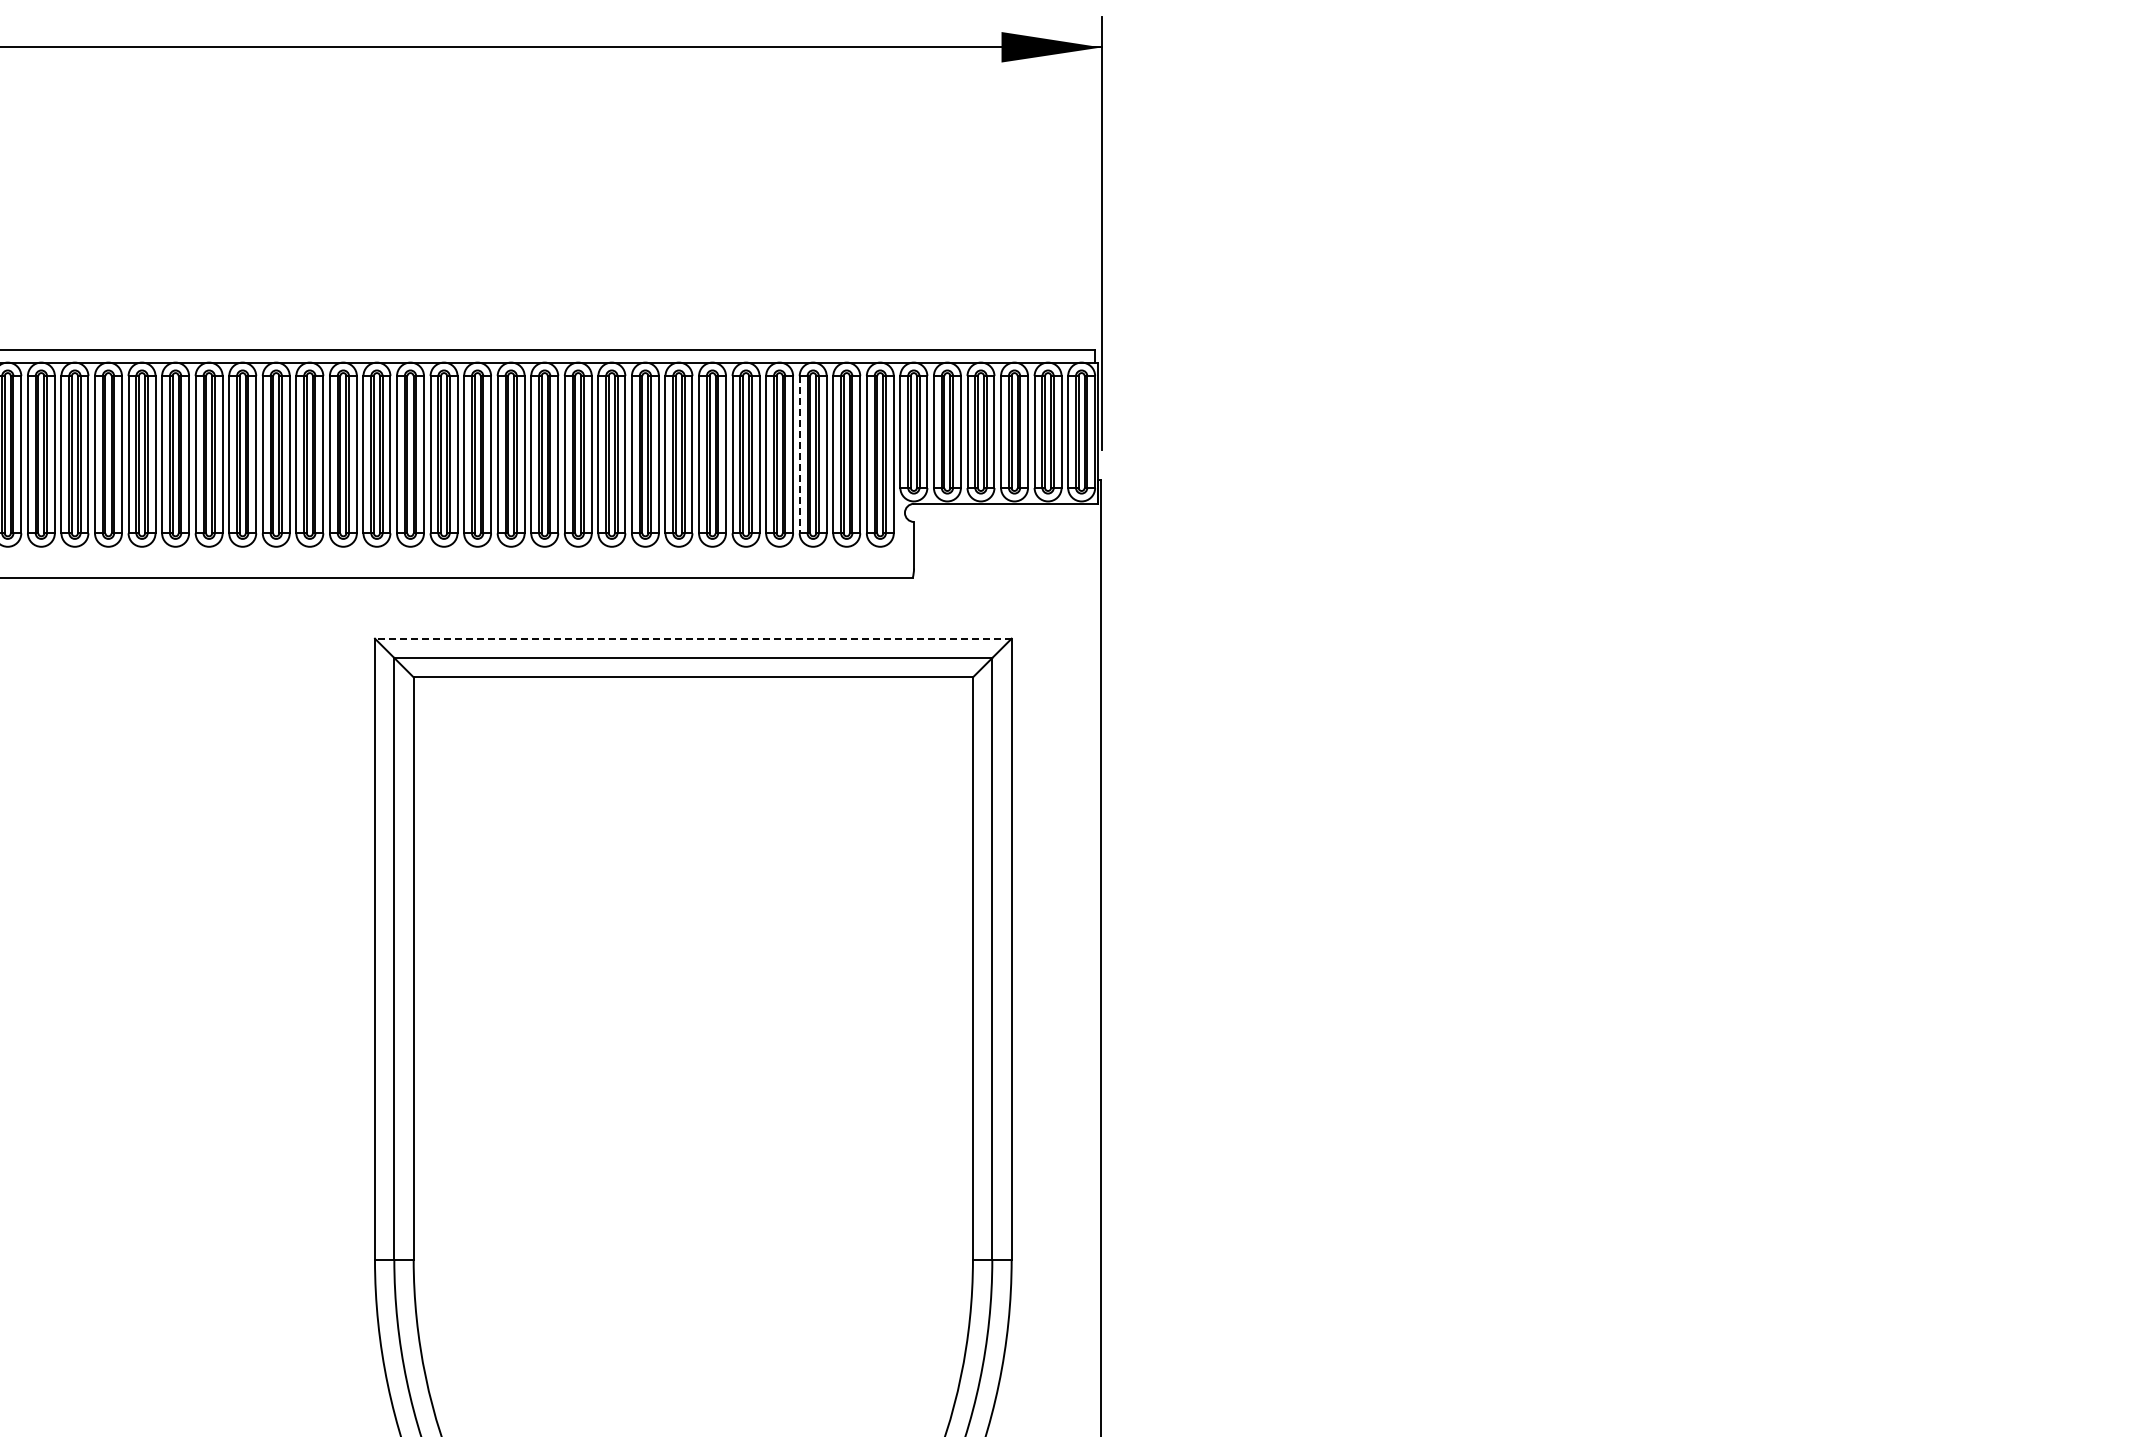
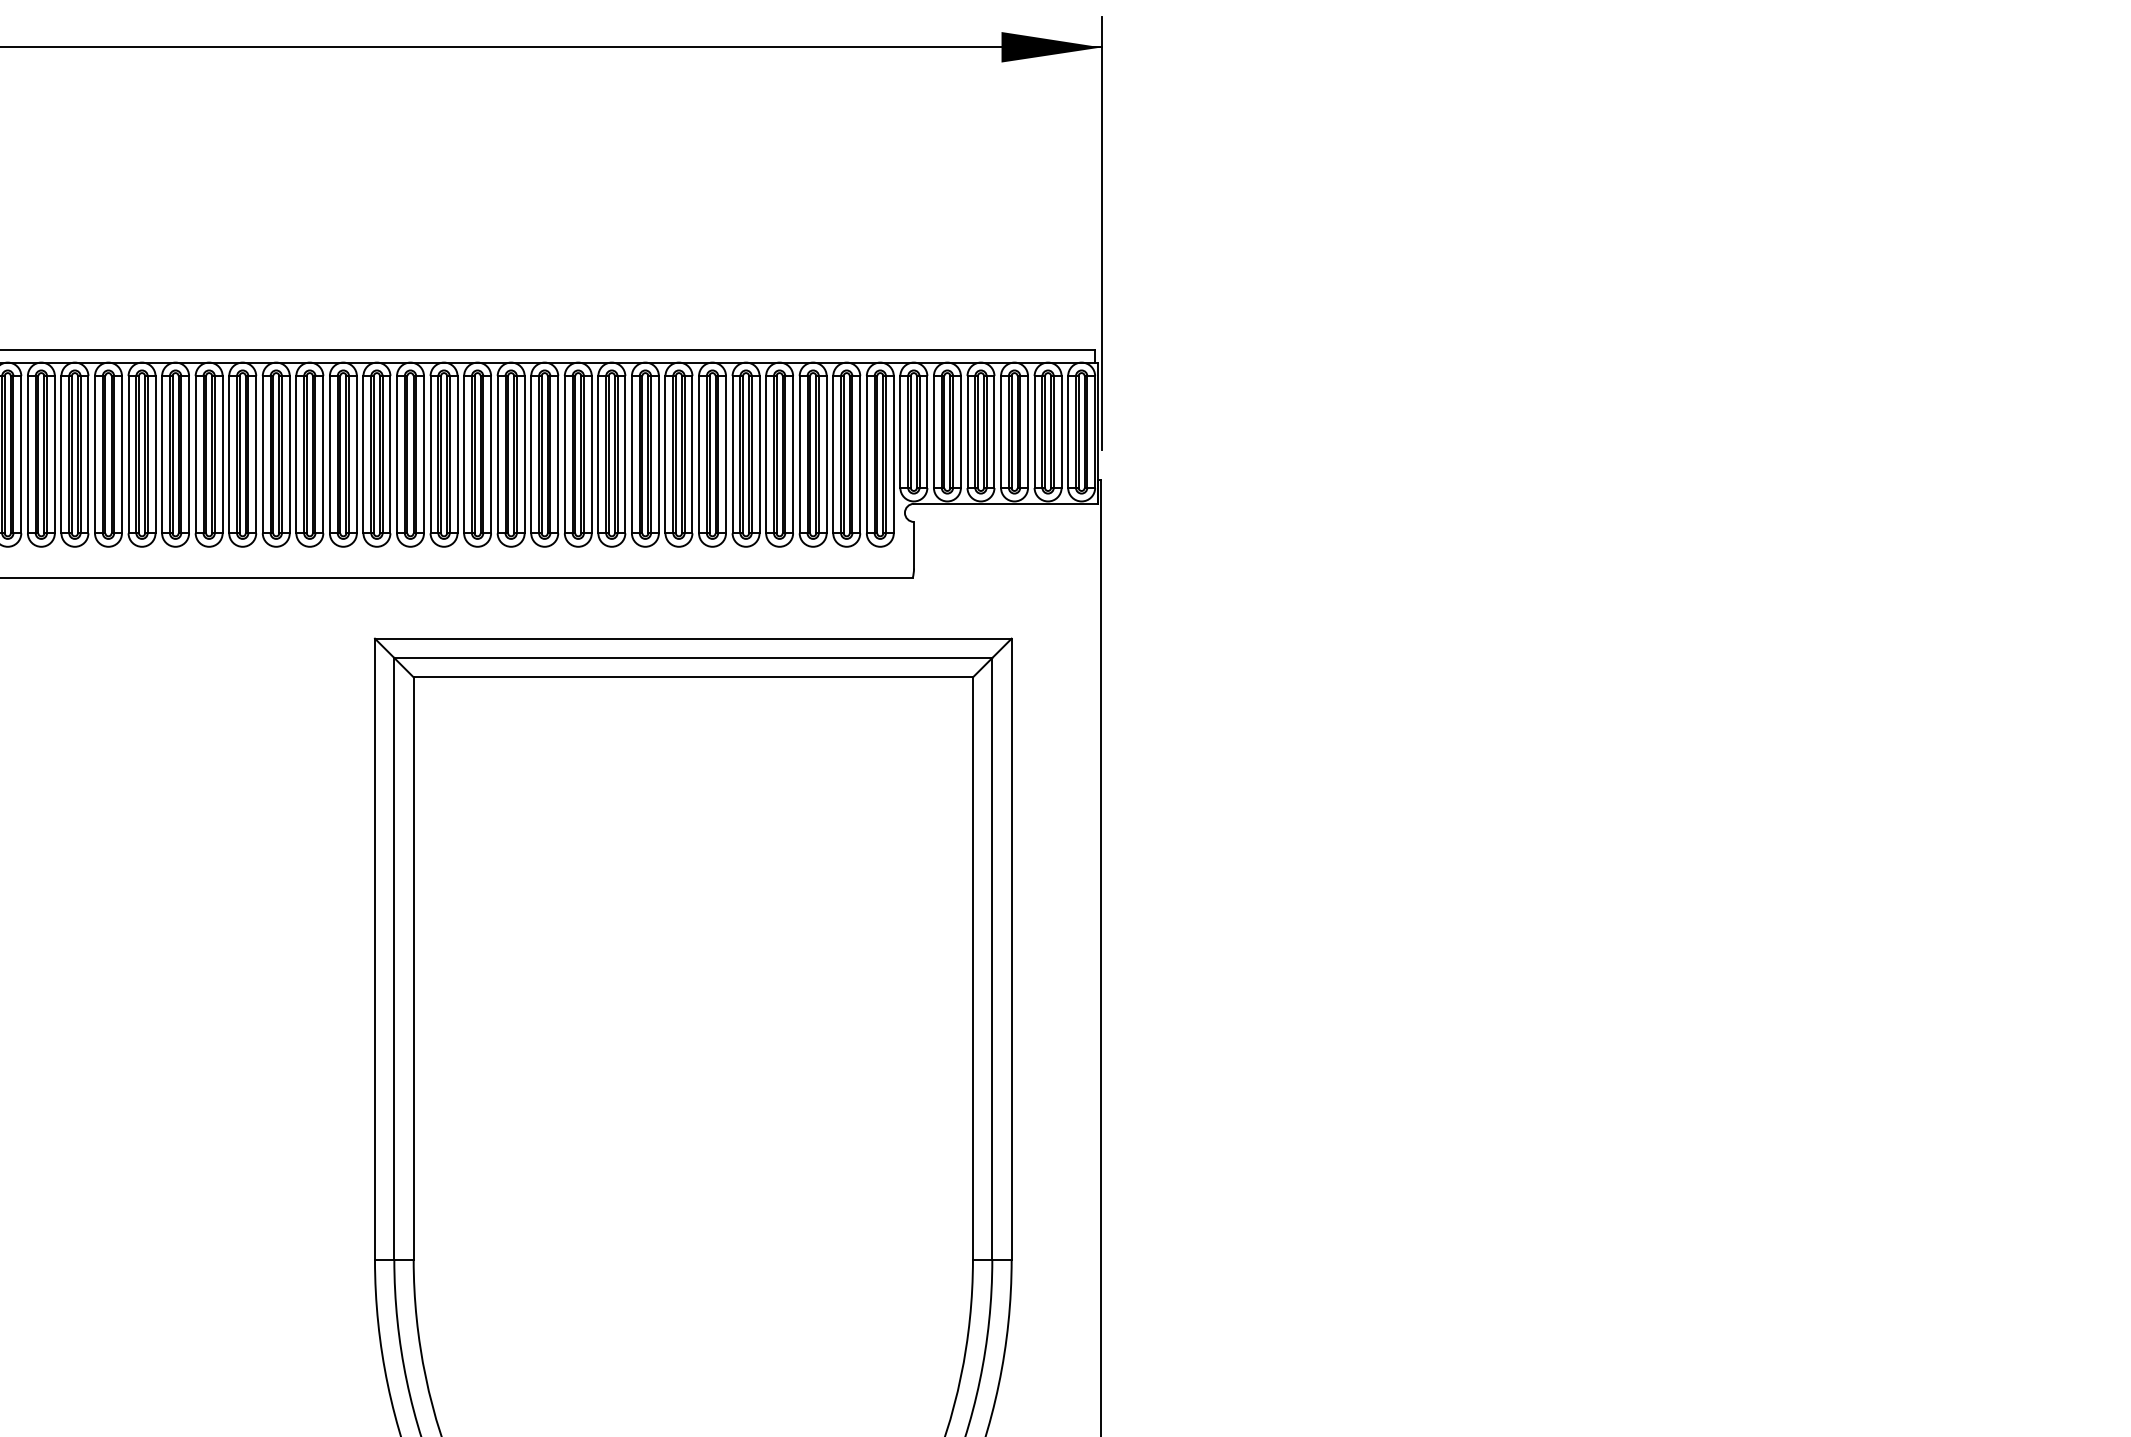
line at (799, 454): dashed -> solid
line at (692, 638): dashed -> solid
